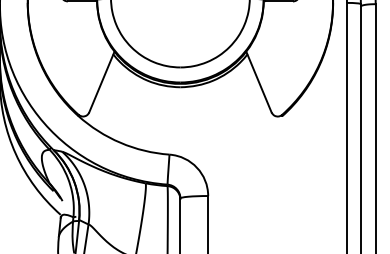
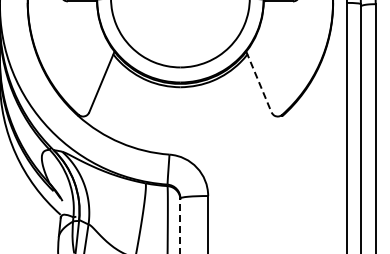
line at (258, 82): solid -> dashed
line at (180, 225): solid -> dashed
